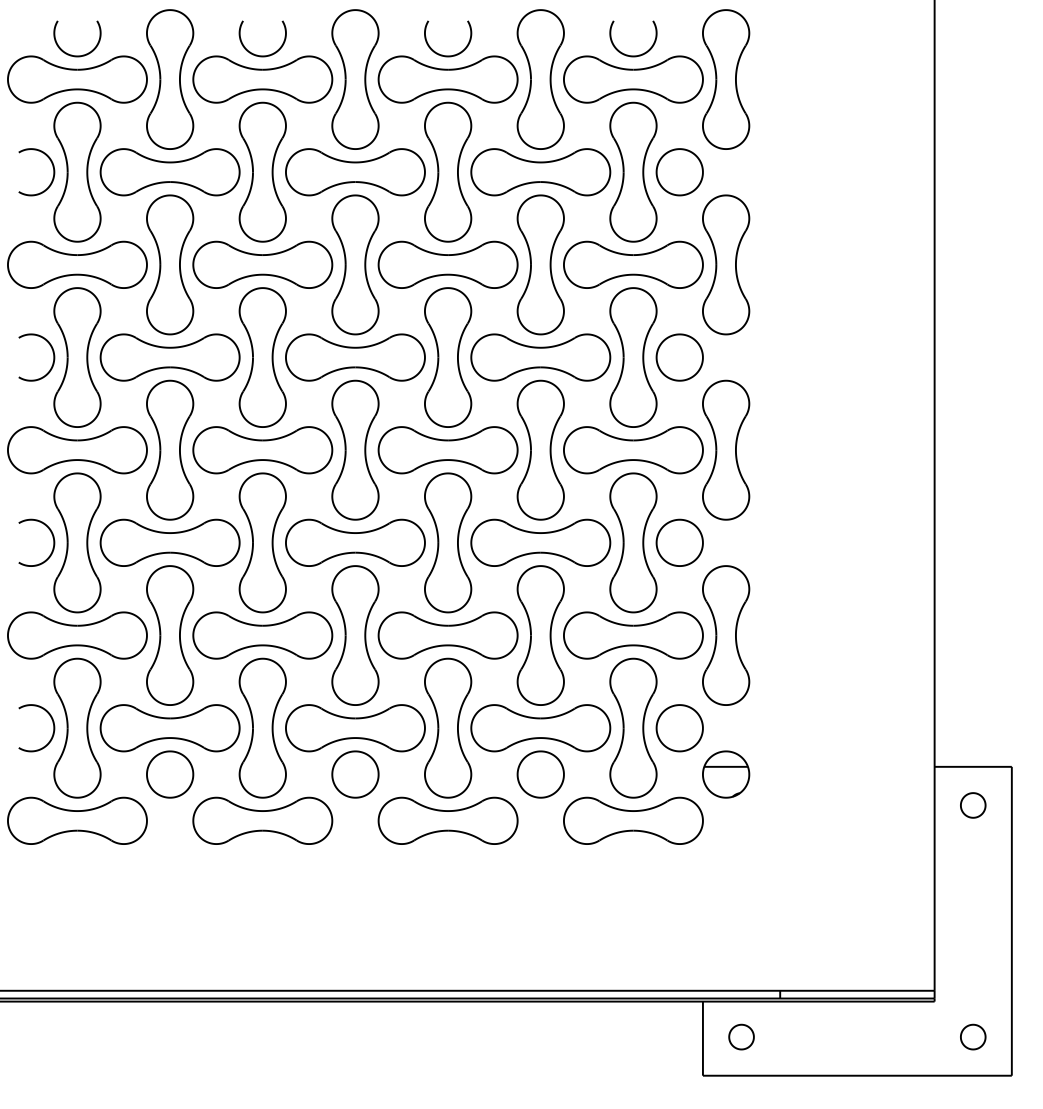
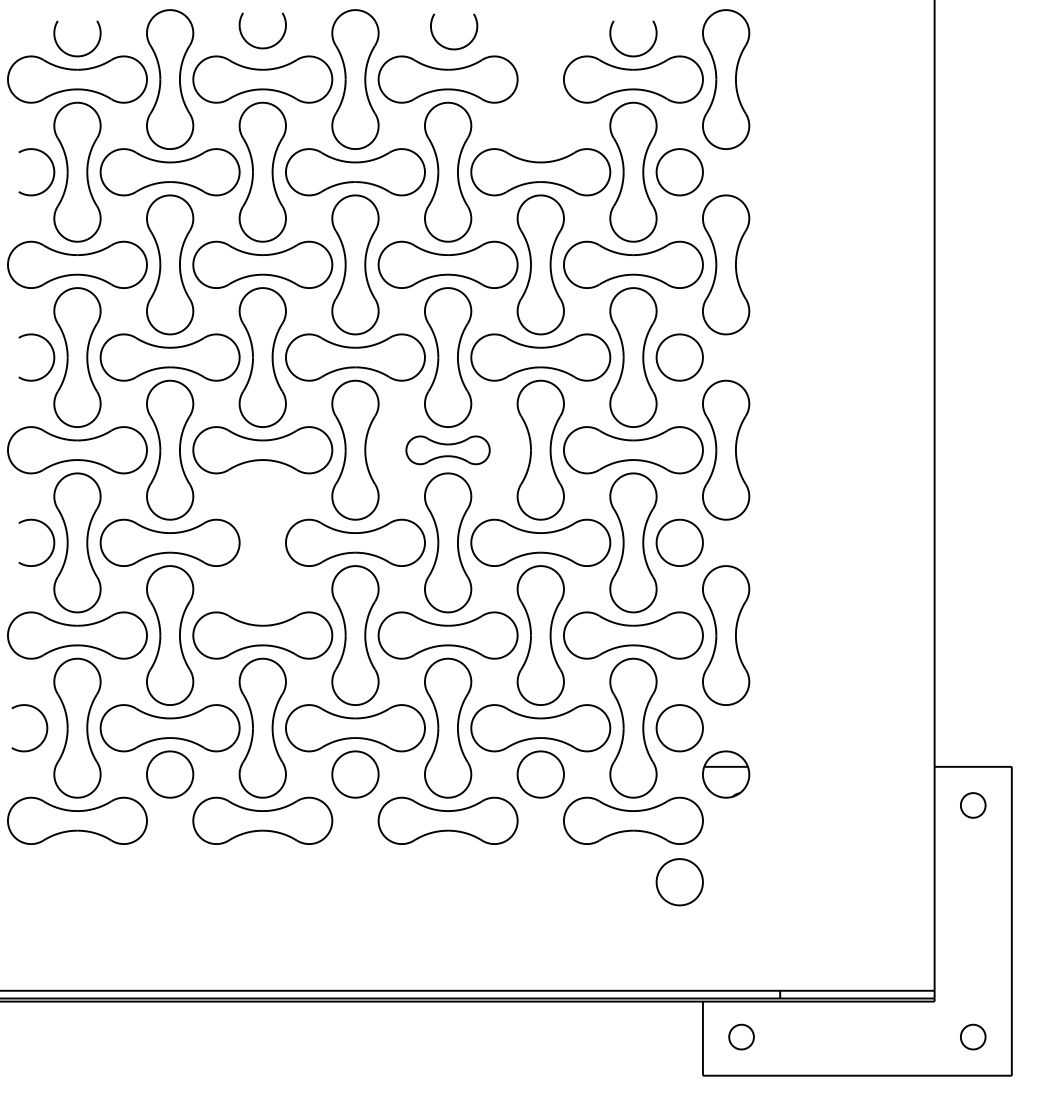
curve at (257, 54) position: (257, 54) -> (257, 46)
curve at (453, 54) position: (453, 54) -> (459, 47)
part at (540, 79): present -> none
part at (447, 450) size: 142x49 px -> 86x31 px
part at (262, 542): present -> none
curve at (52, 723) position: (52, 723) -> (45, 723)
part at (679, 882): none -> present
